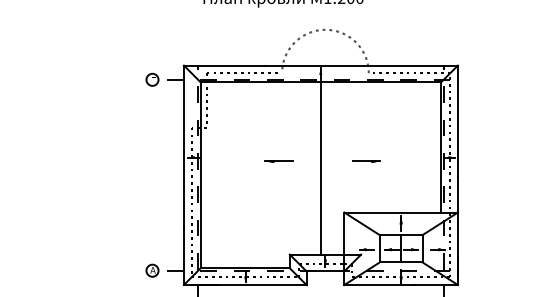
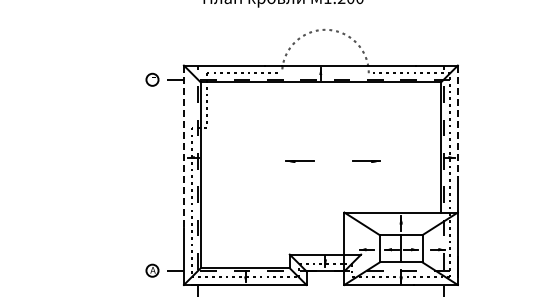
line at (457, 121): solid -> dashed
line at (183, 146): solid -> dashed
line at (278, 161) position: (278, 161) -> (299, 161)
line at (320, 168): present -> none
